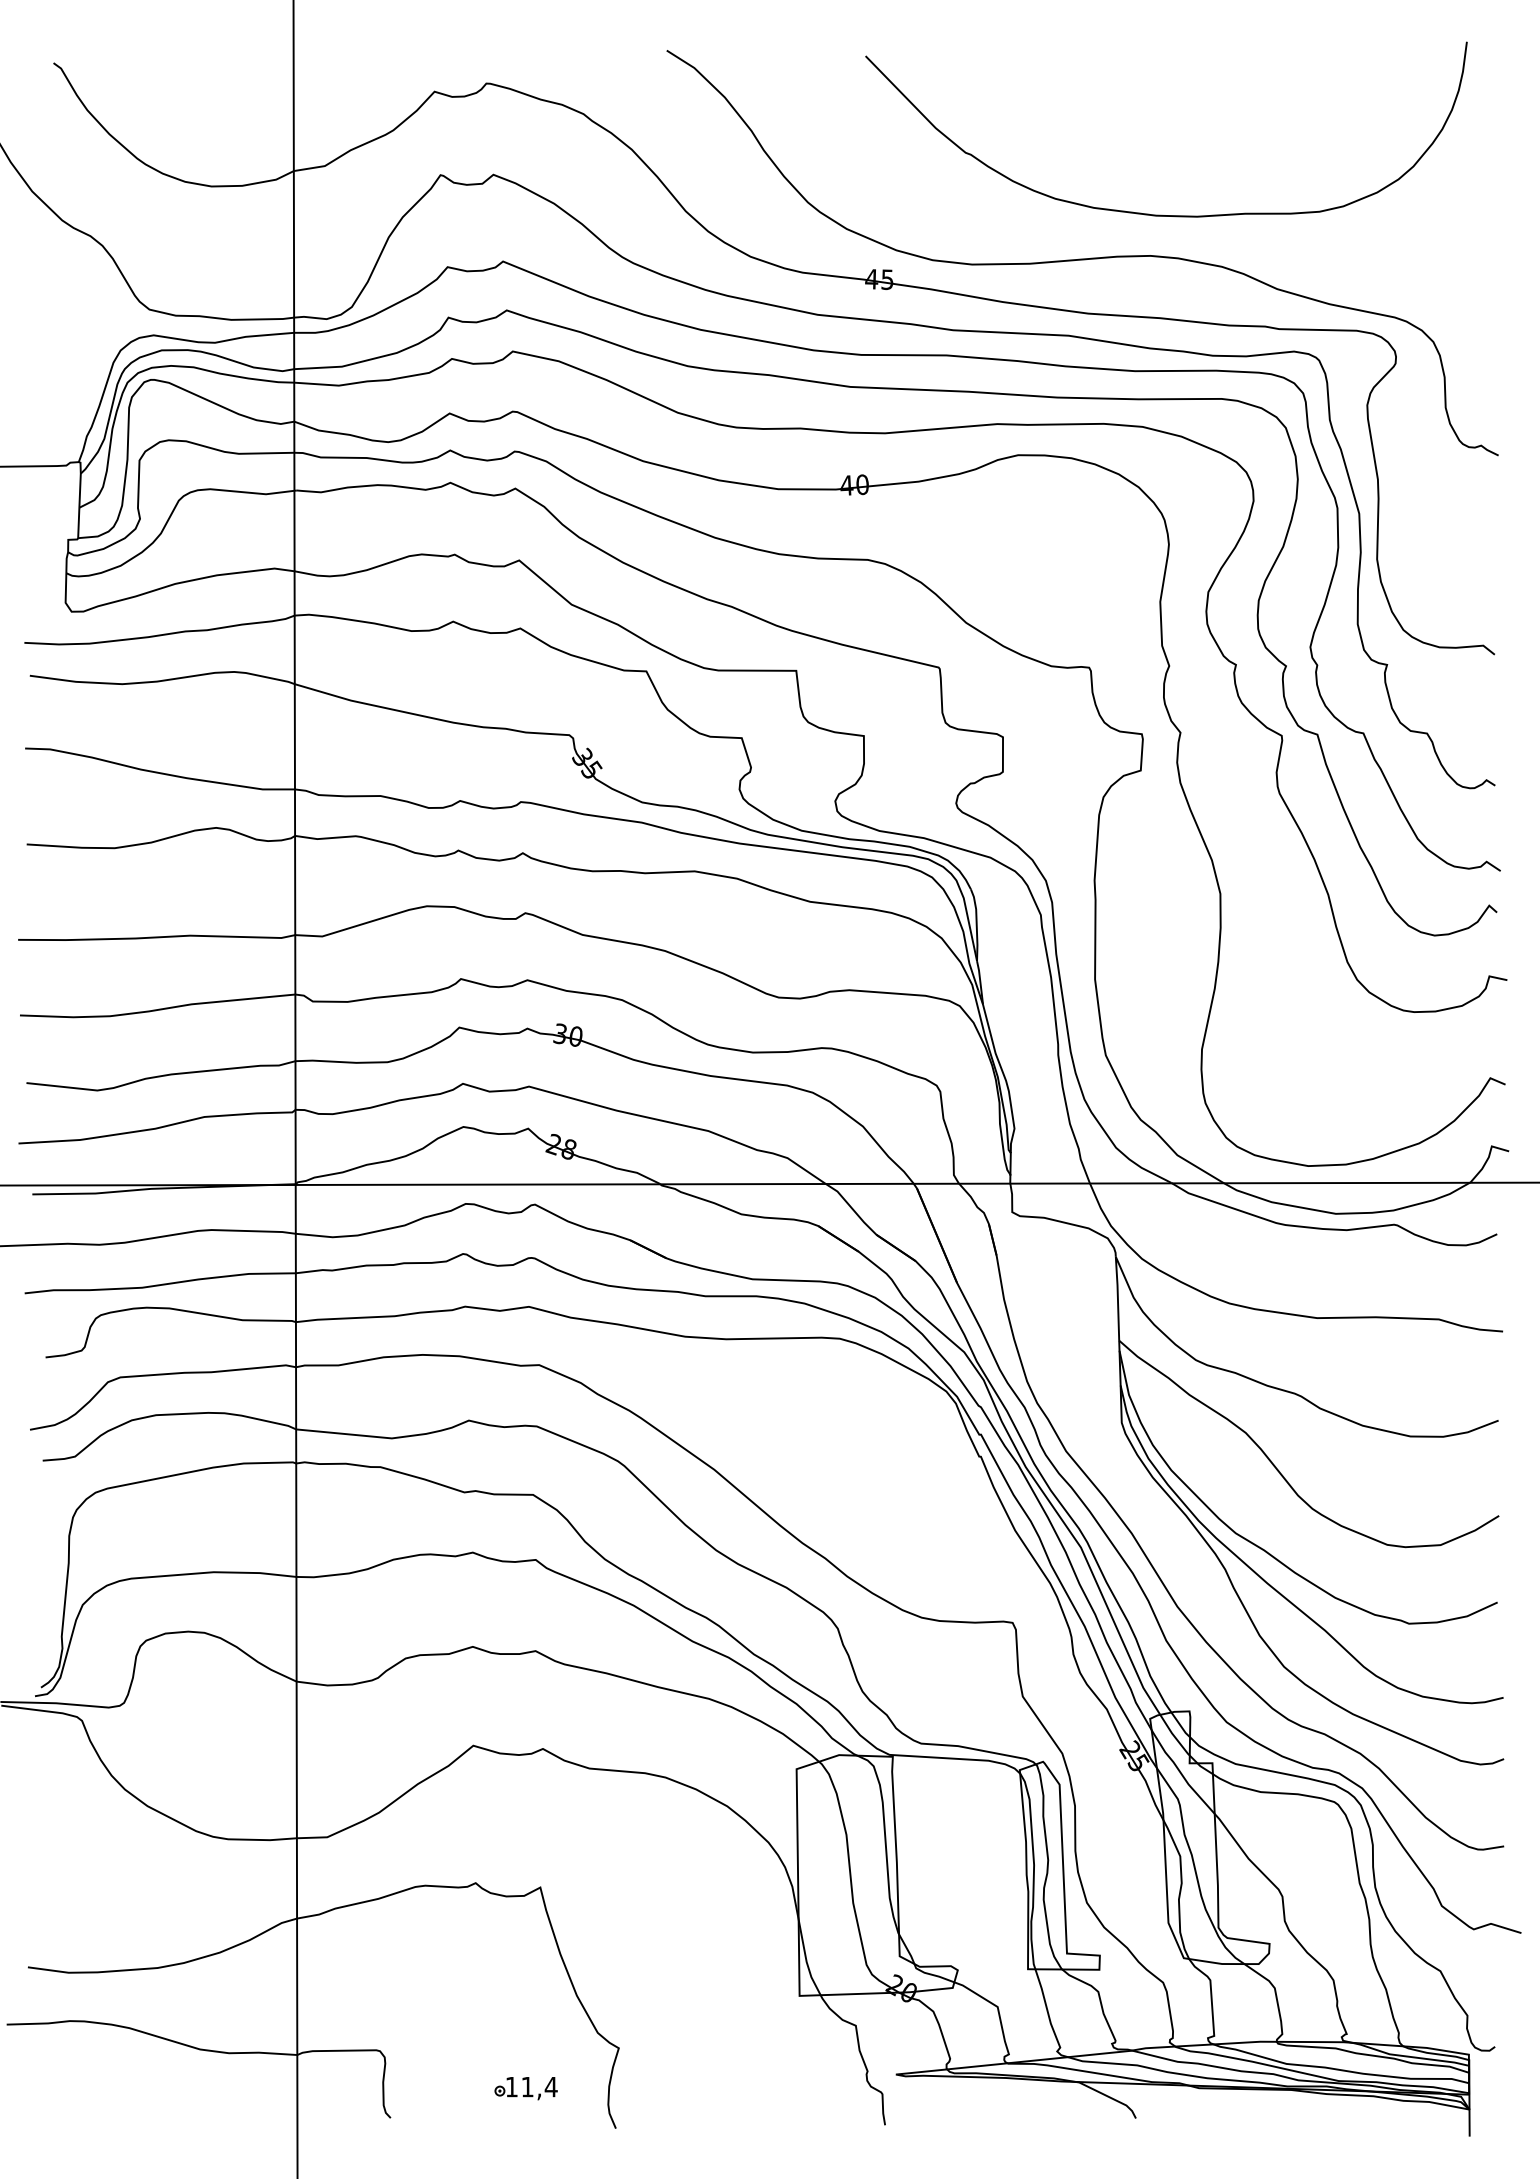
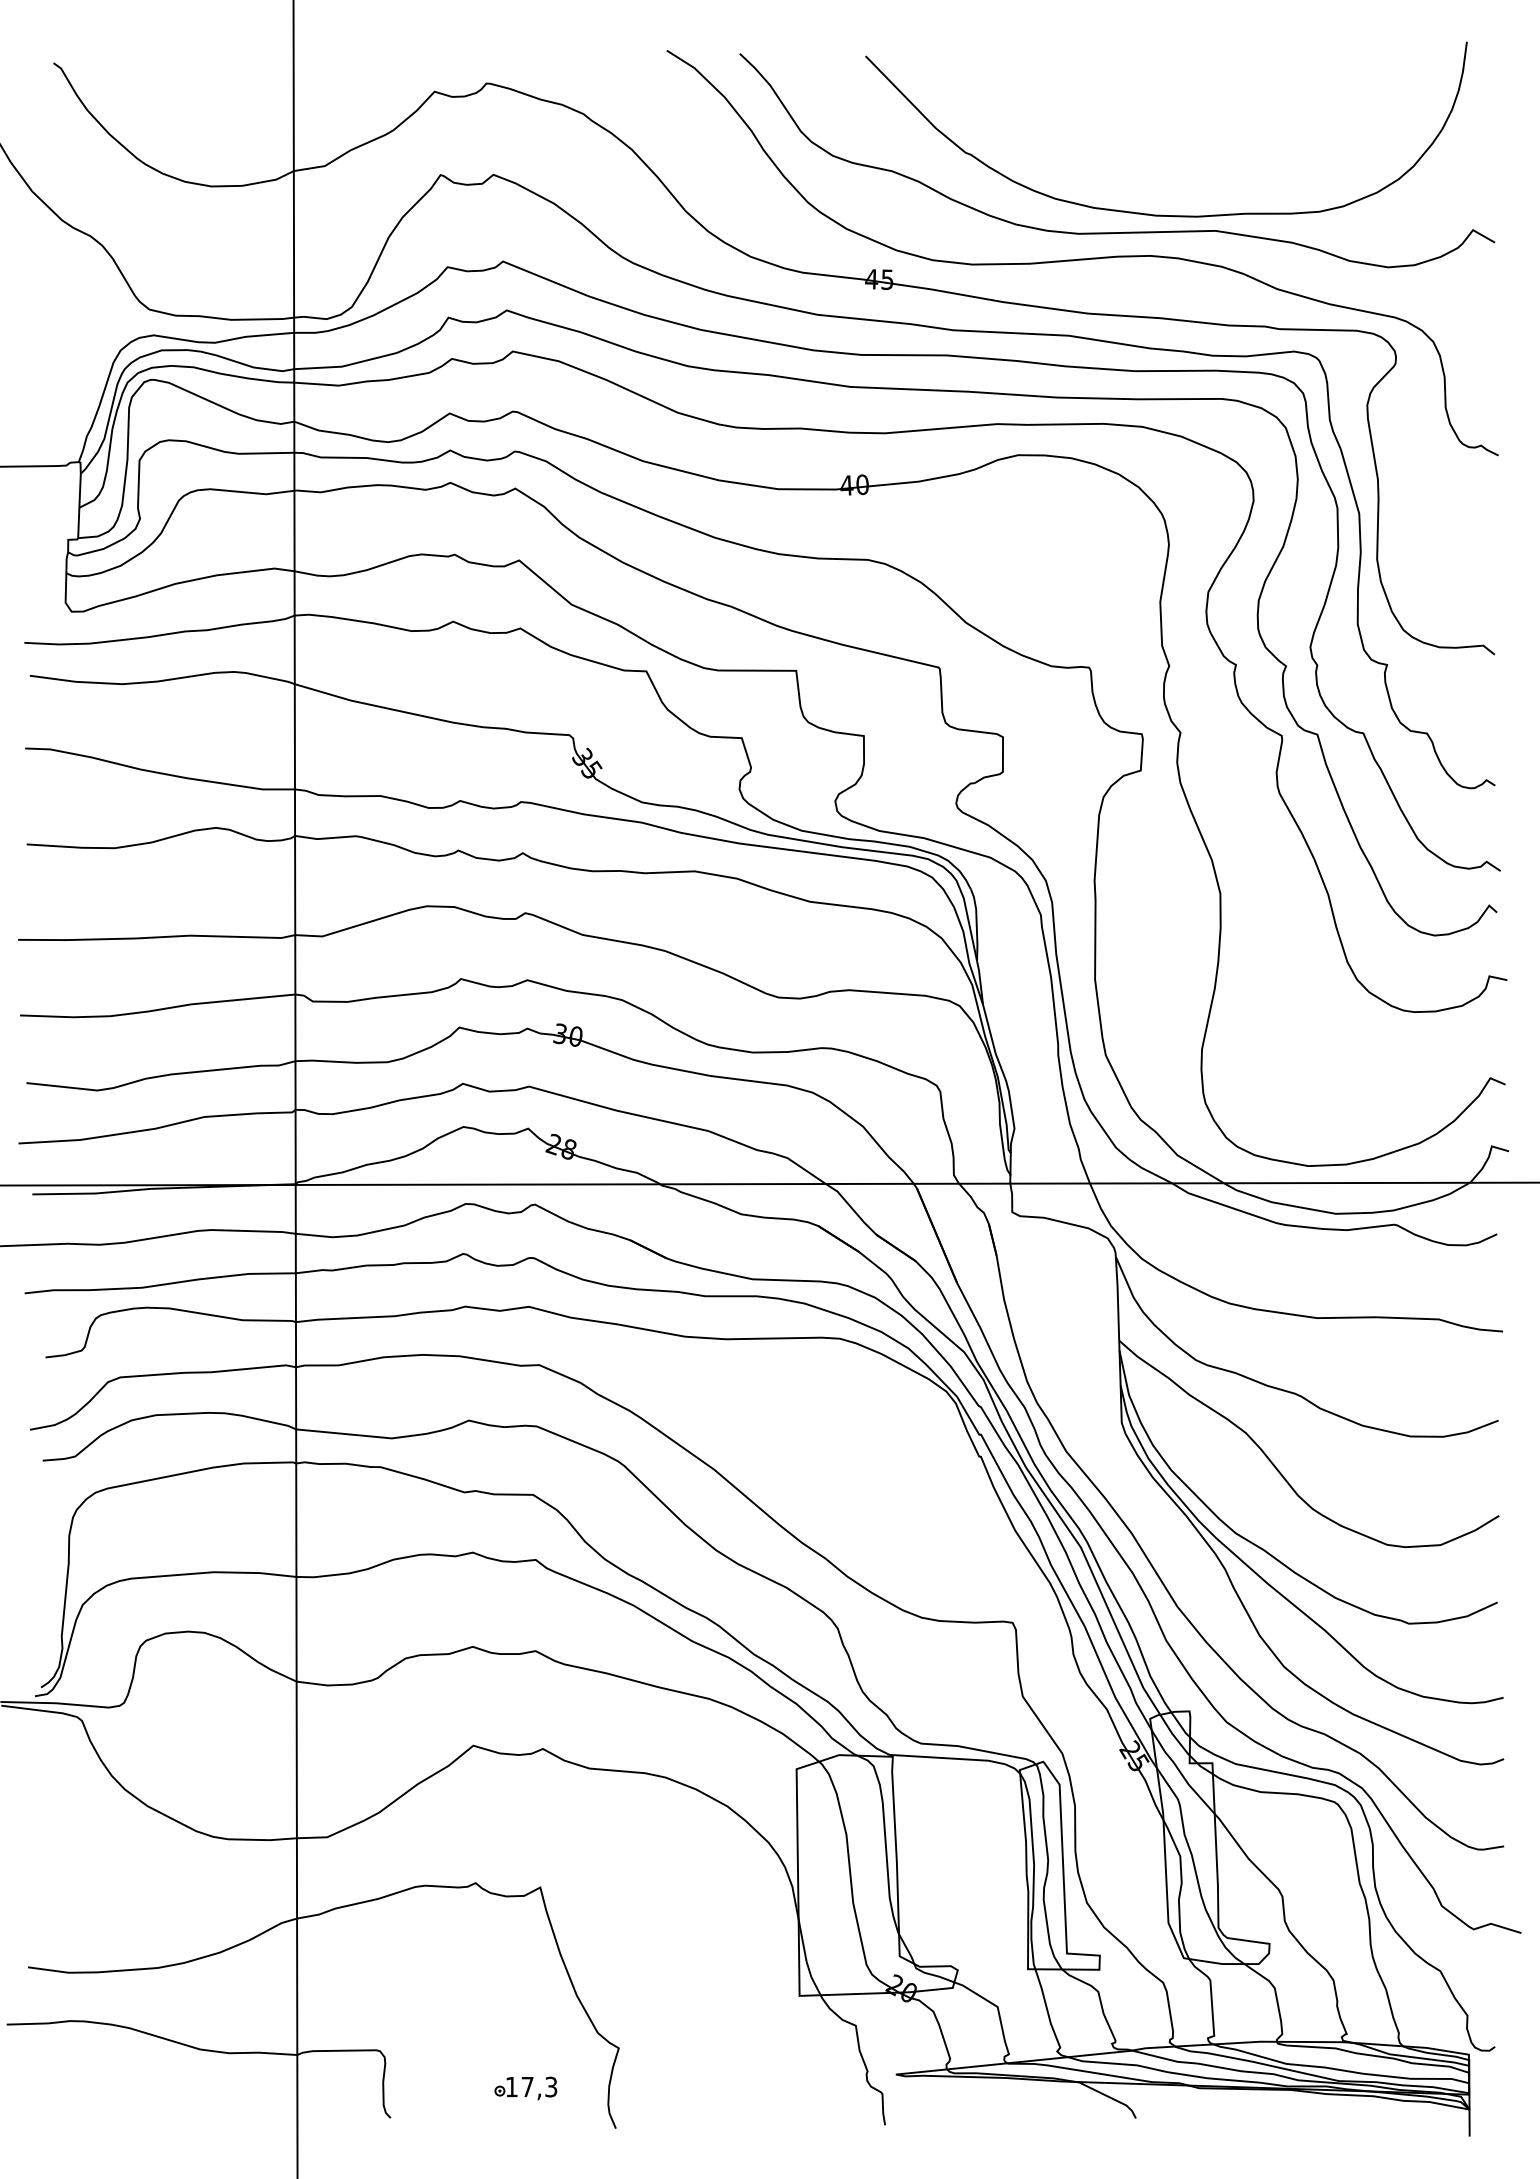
curve at (1125, 231): none -> present
text at (539, 2086): 11,4 -> 17,3
